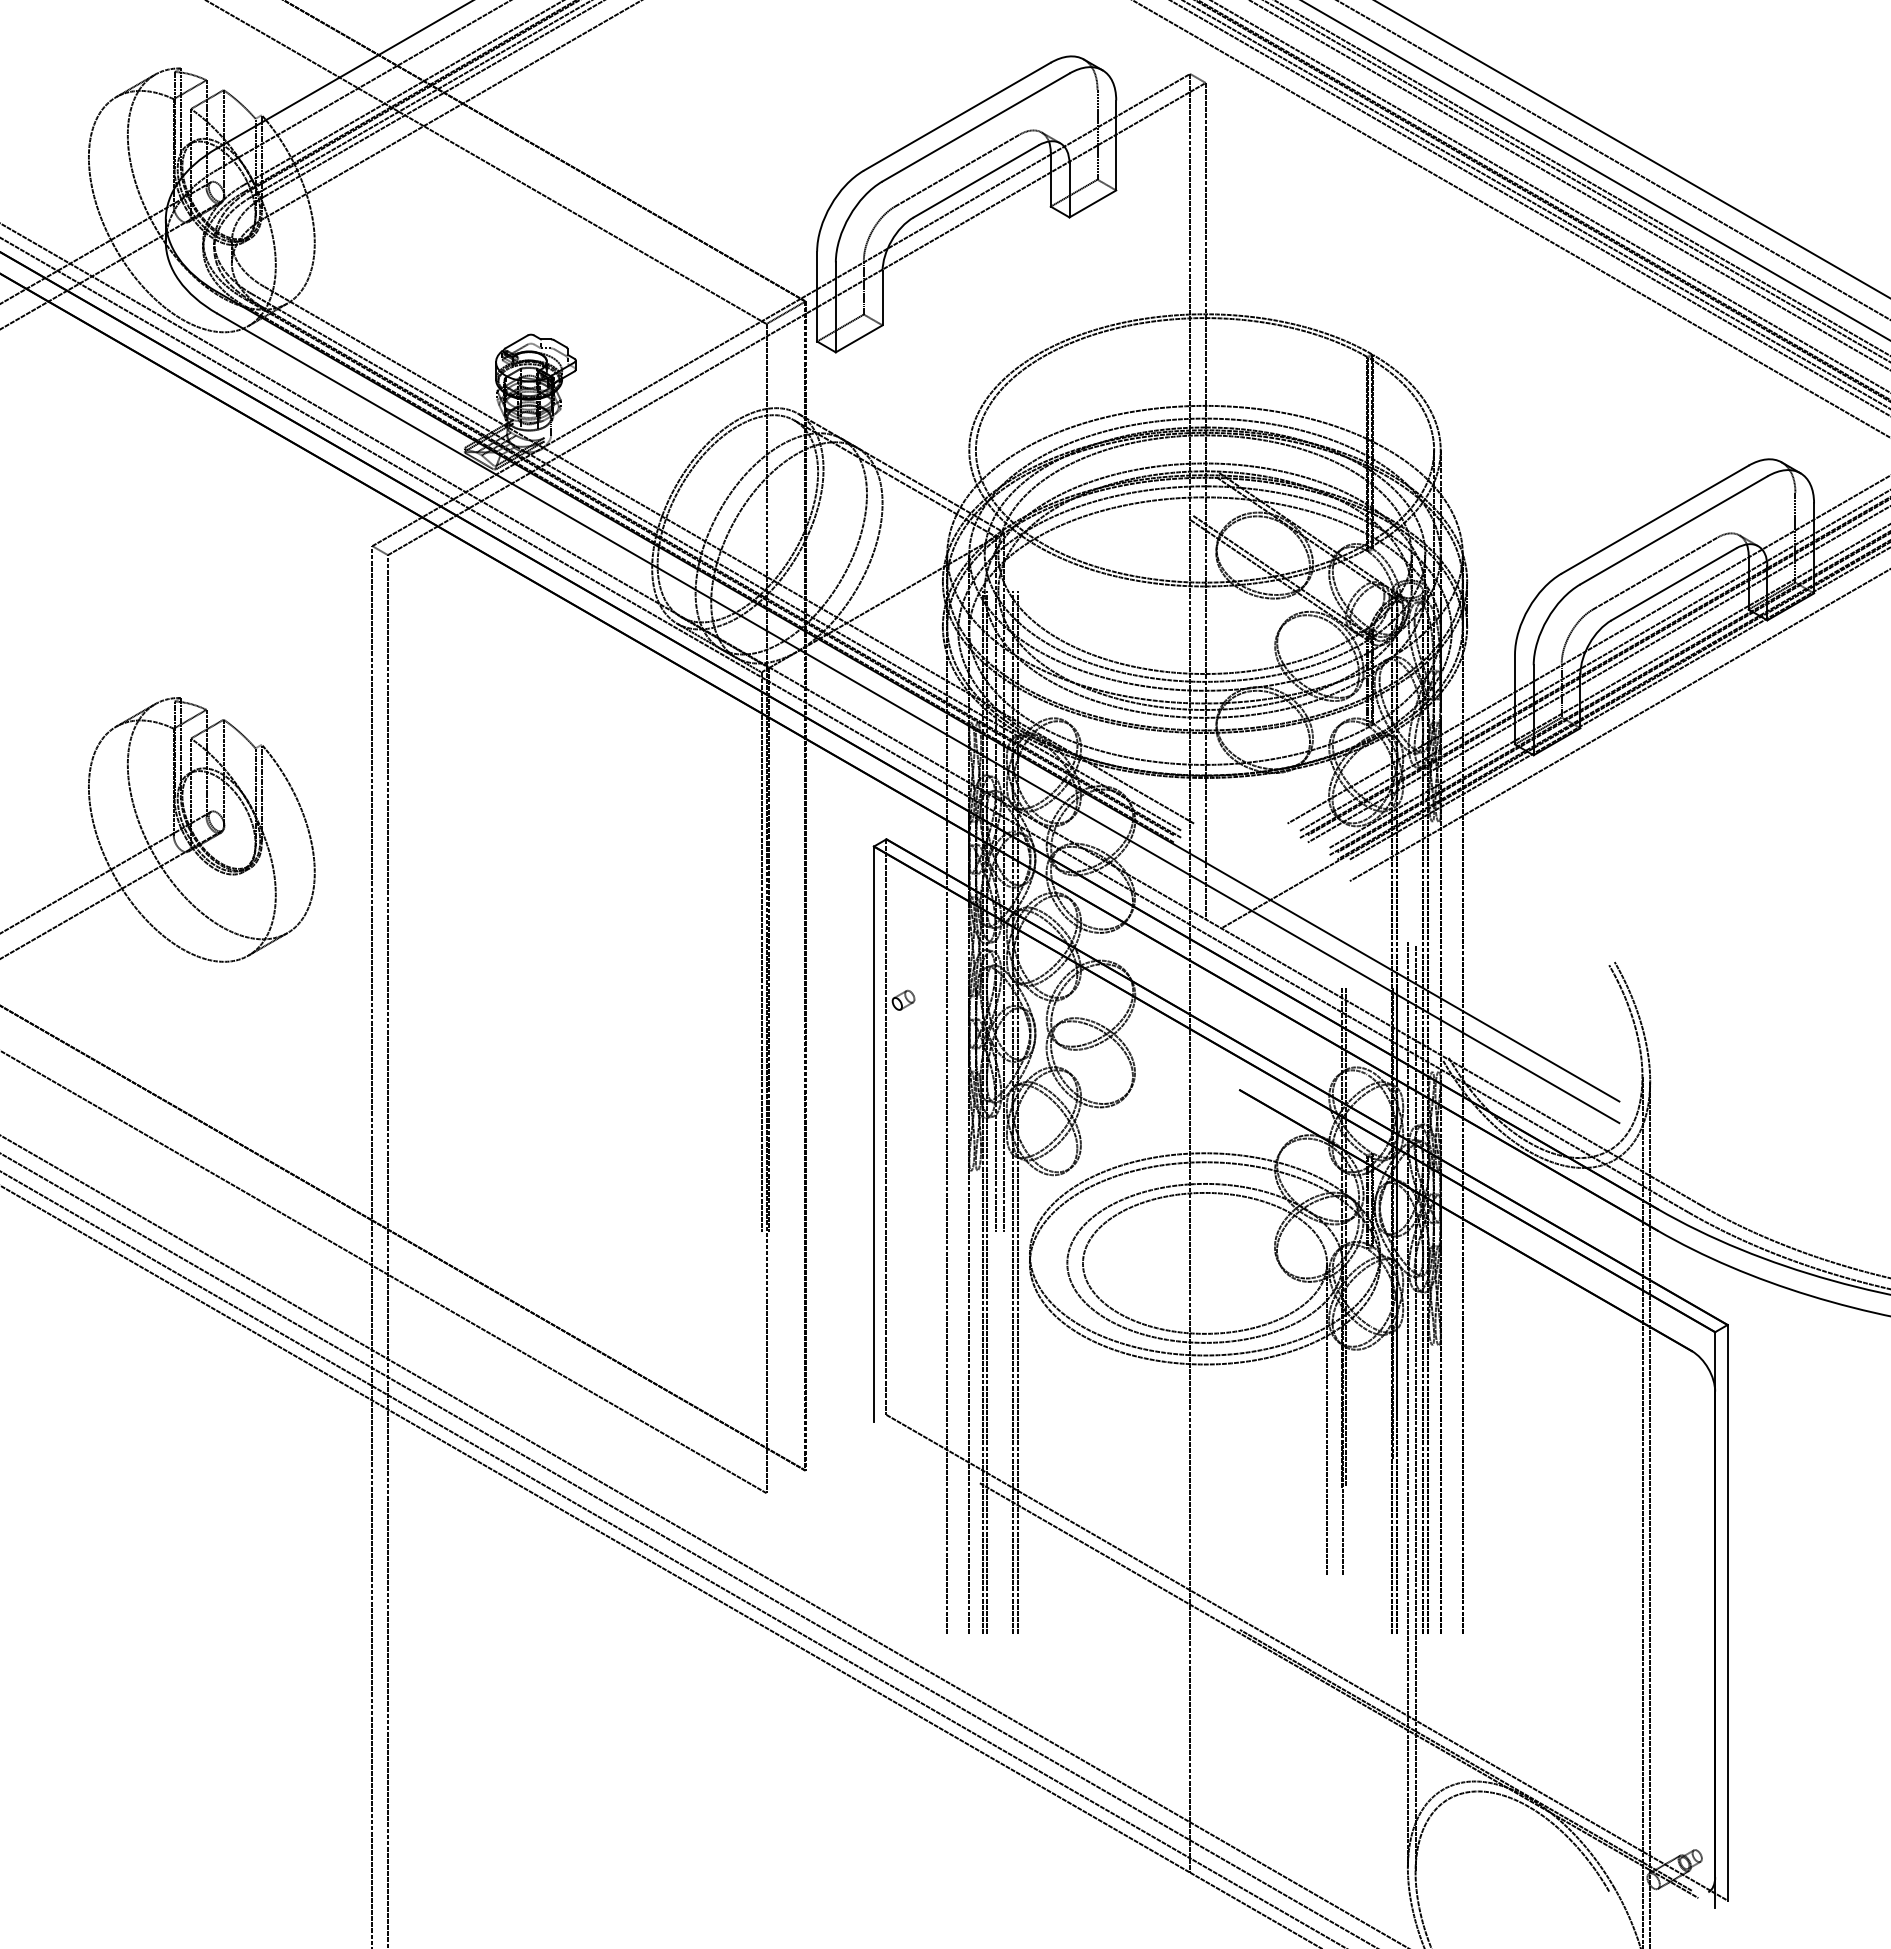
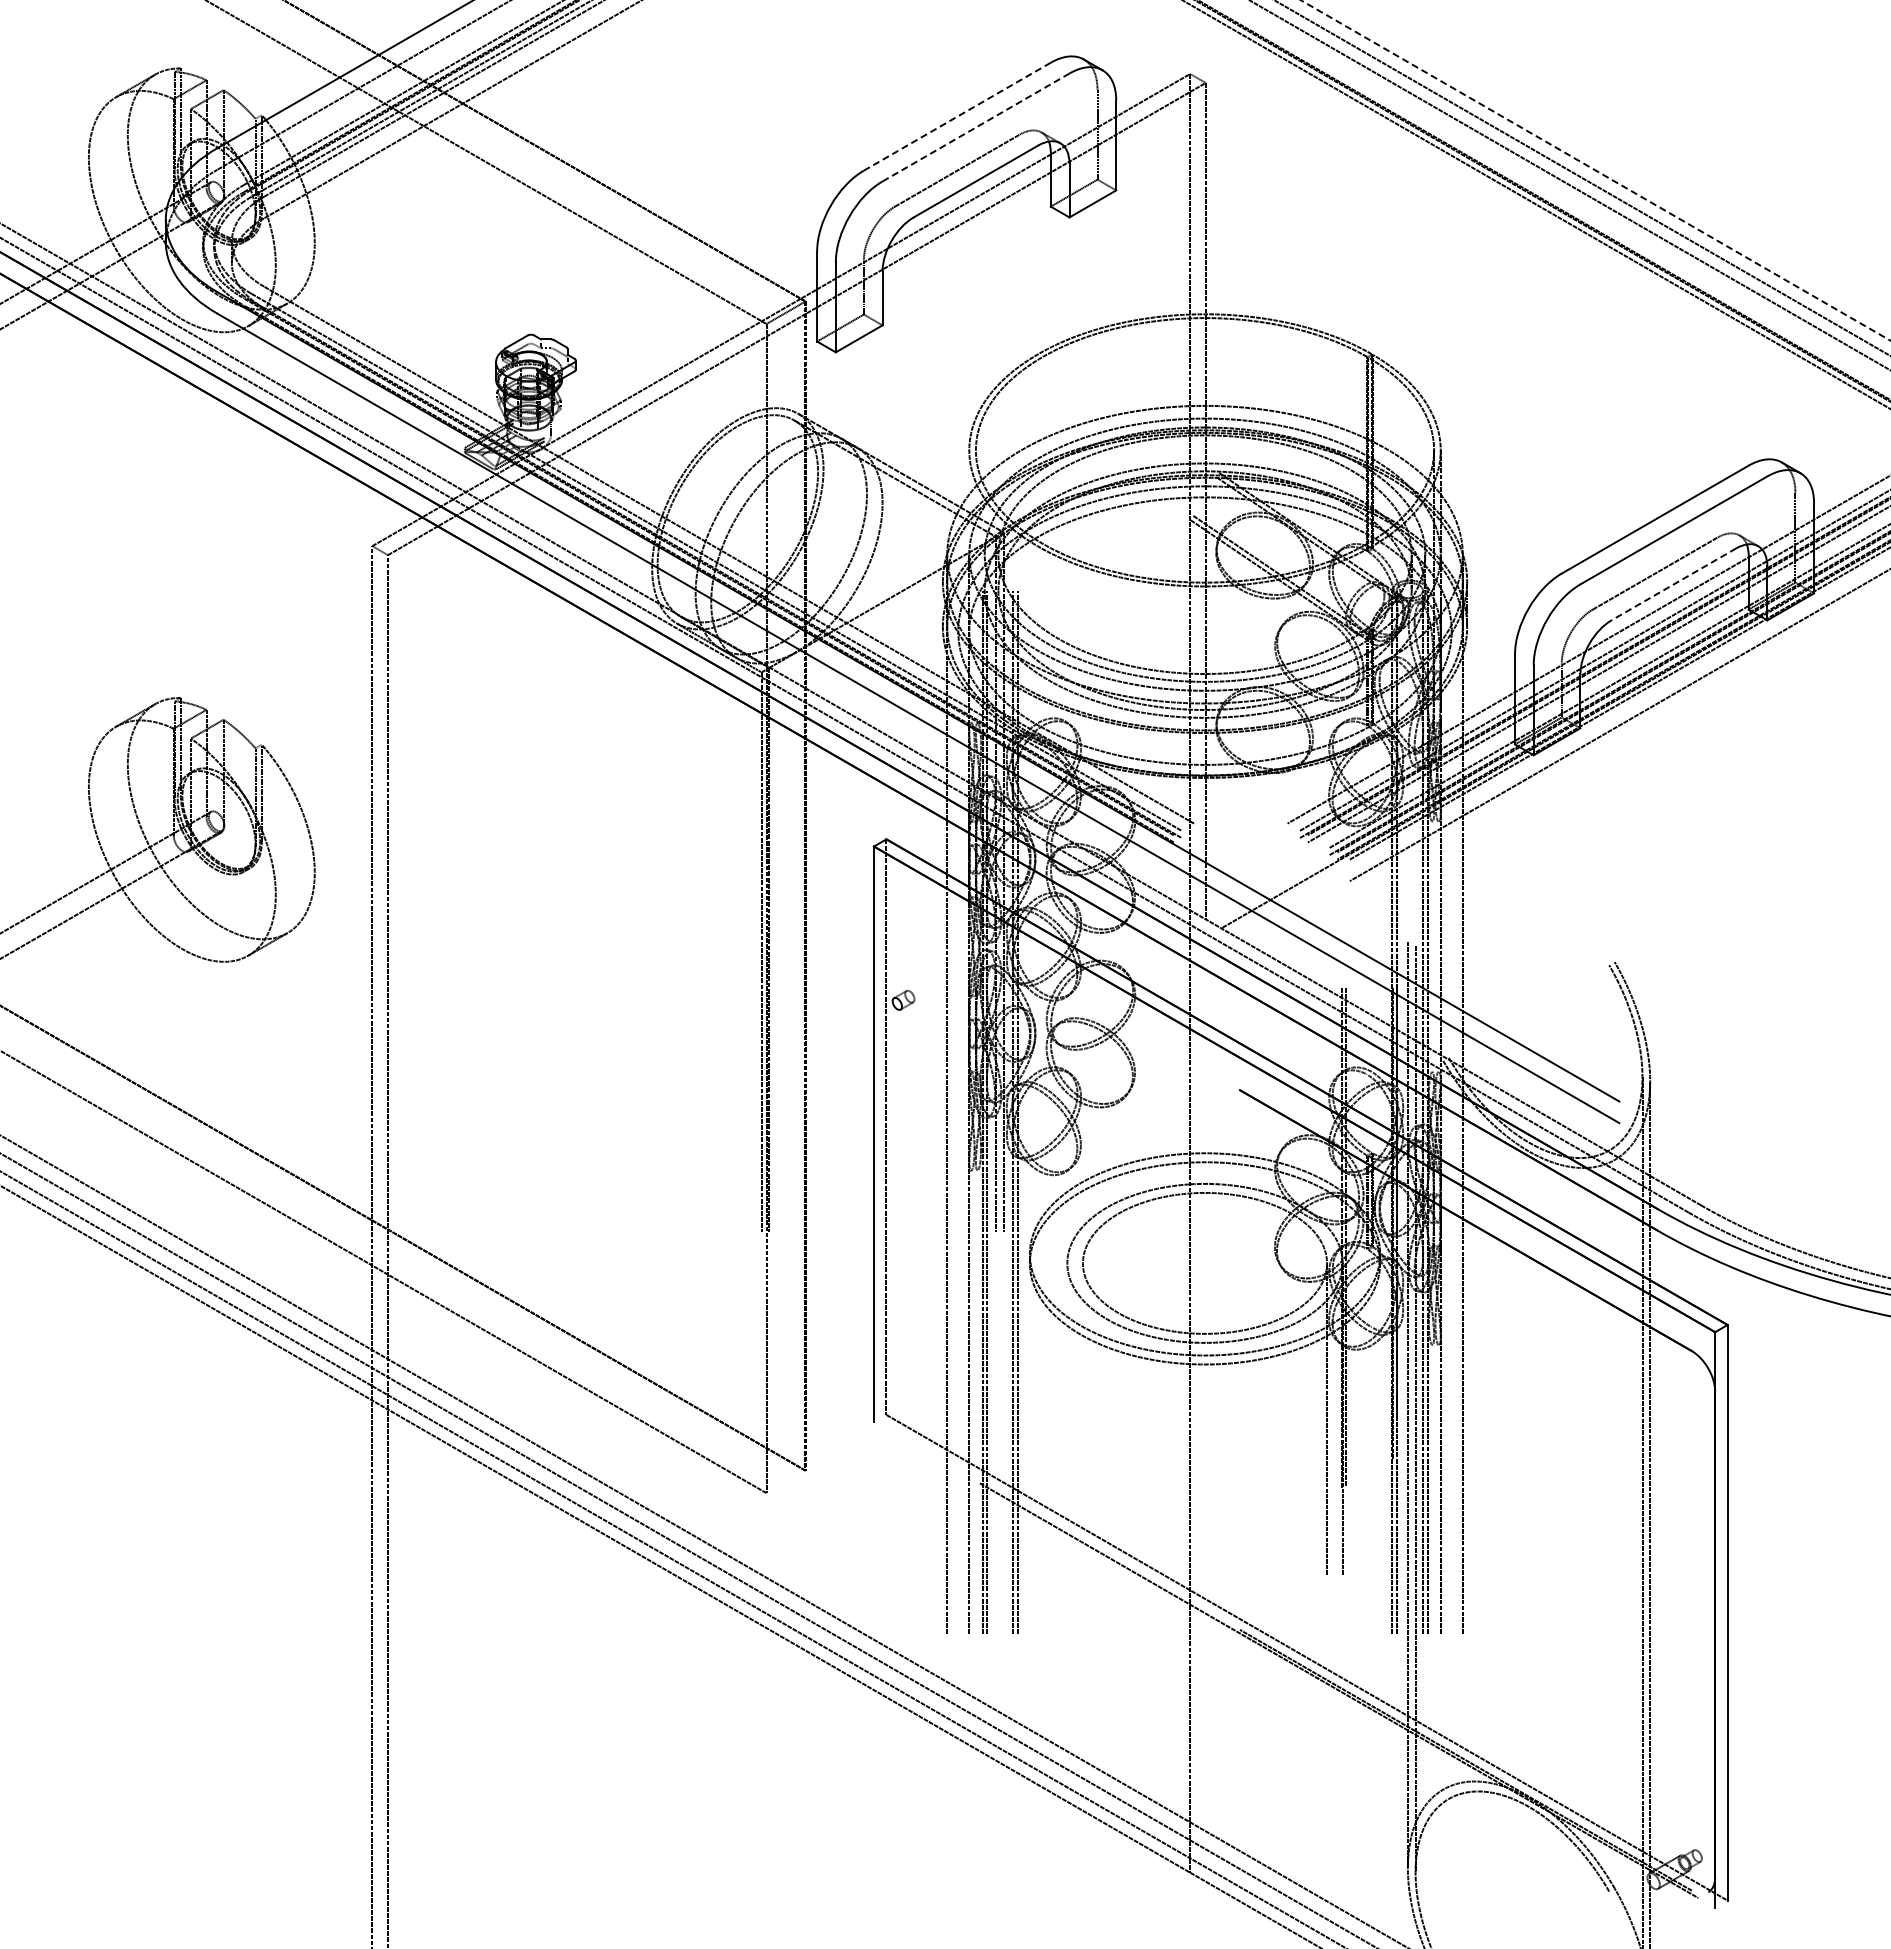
line at (957, 116): solid -> dashed
line at (976, 127): solid -> dashed
line at (1632, 149): present -> none
line at (1613, 160): present -> none
line at (1596, 170): solid -> dashed
line at (1576, 181): present -> none
line at (1550, 196): present -> none
line at (1530, 208): present -> none
line at (1511, 218): present -> none
line at (1673, 584): solid -> dashed
